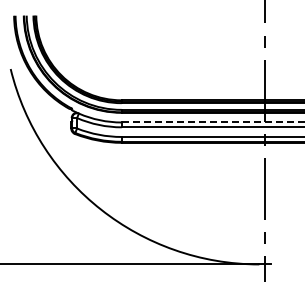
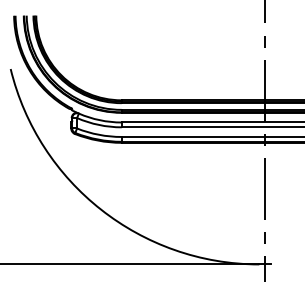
line at (213, 122): dashed -> solid
